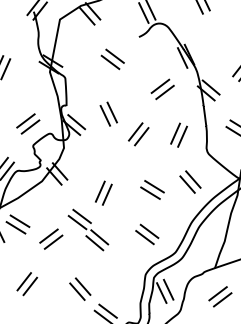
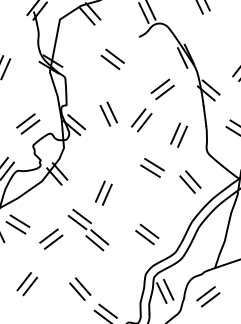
part at (138, 134) position: (138, 134) -> (141, 120)
part at (152, 189) position: (152, 189) -> (152, 167)
part at (220, 296) position: (220, 296) -> (208, 296)
